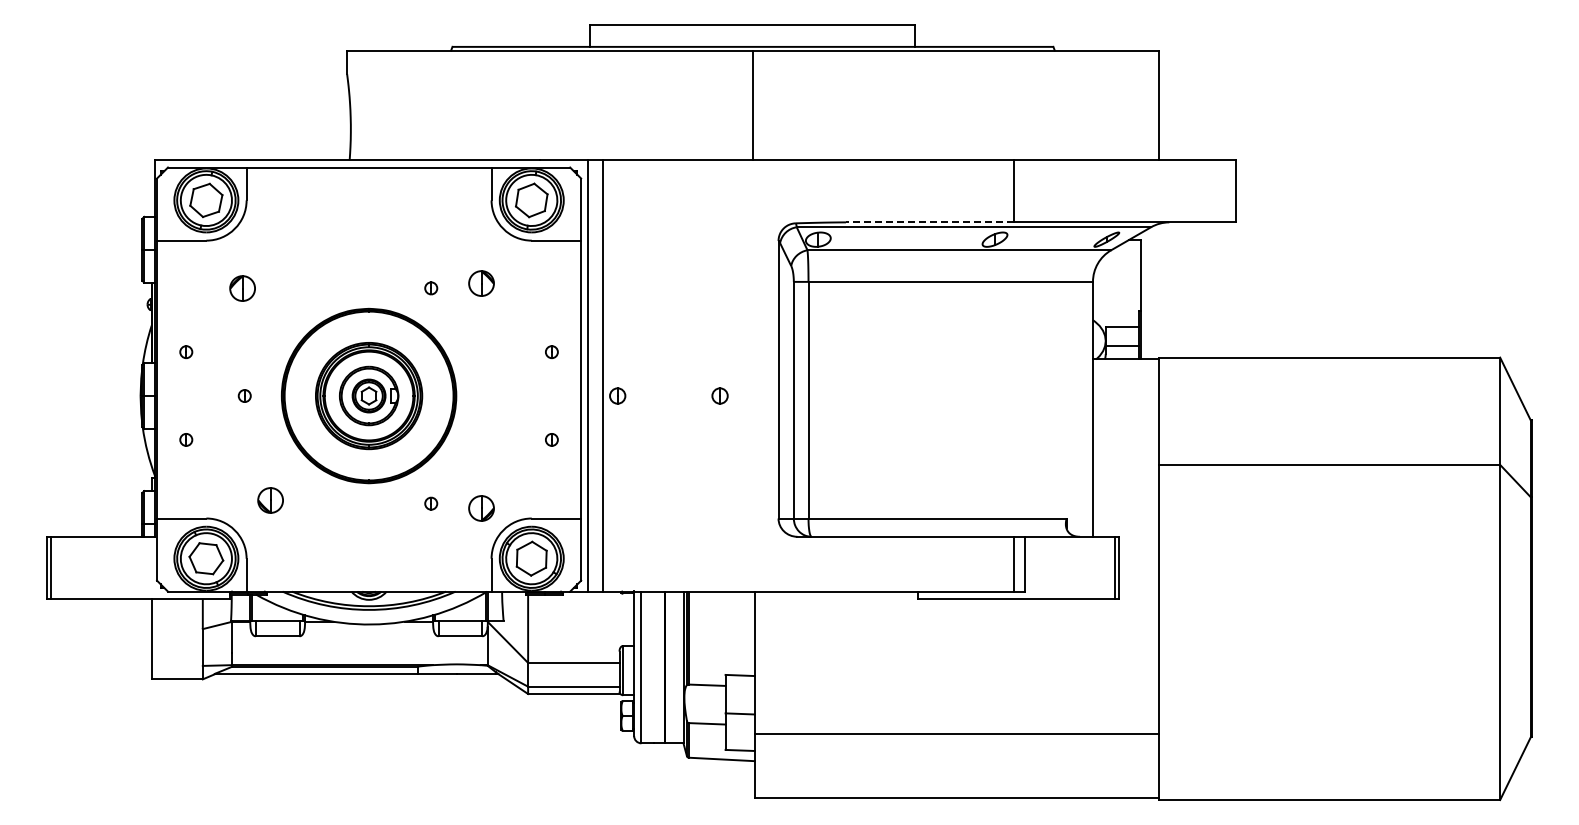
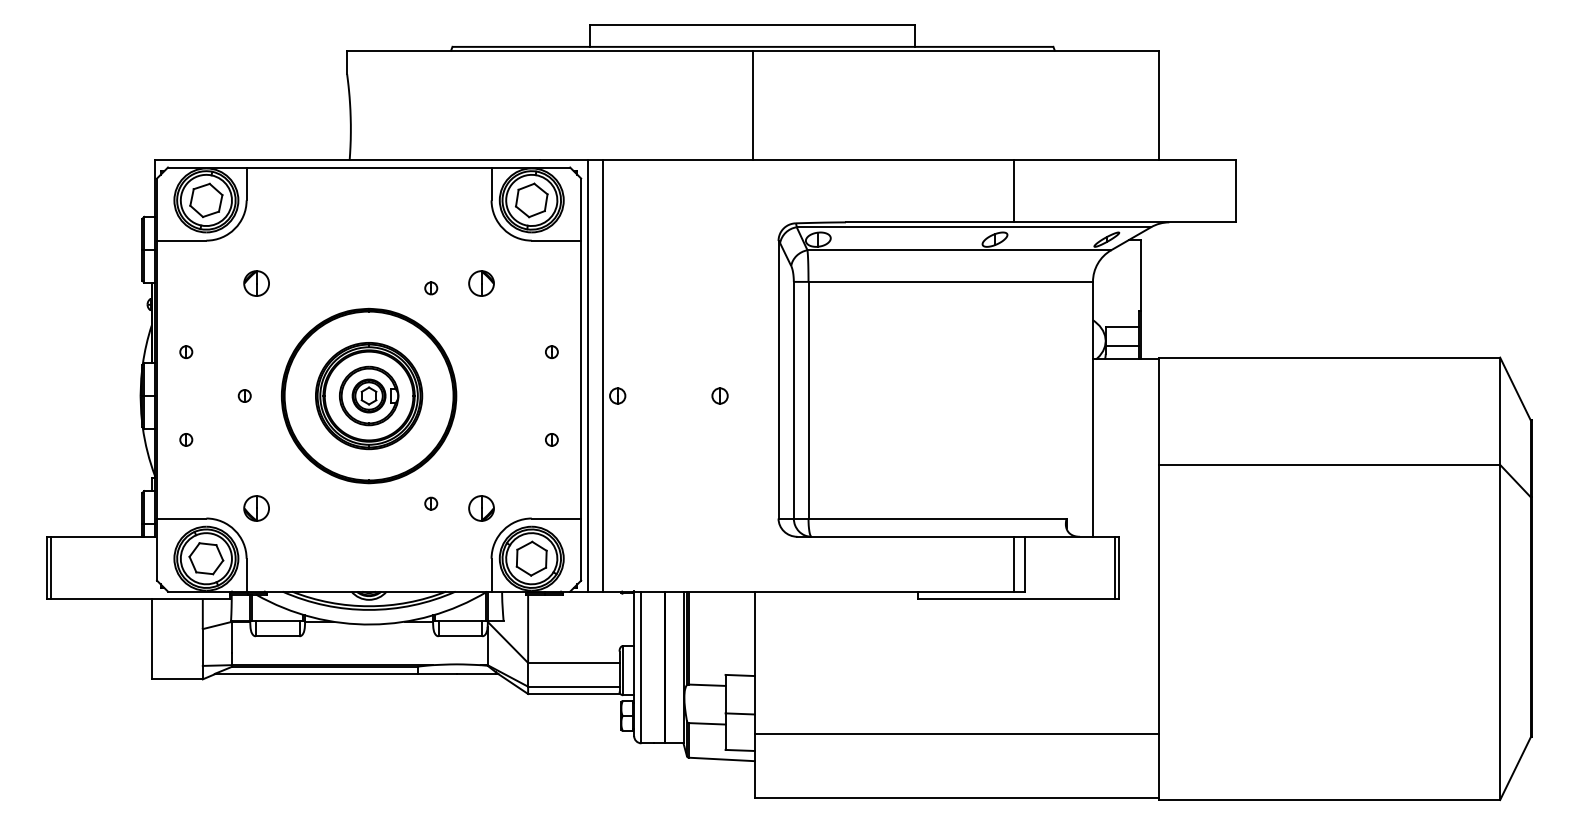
line at (929, 222): dashed -> solid
part at (242, 288) position: (242, 288) -> (256, 283)
part at (270, 500) position: (270, 500) -> (256, 508)
